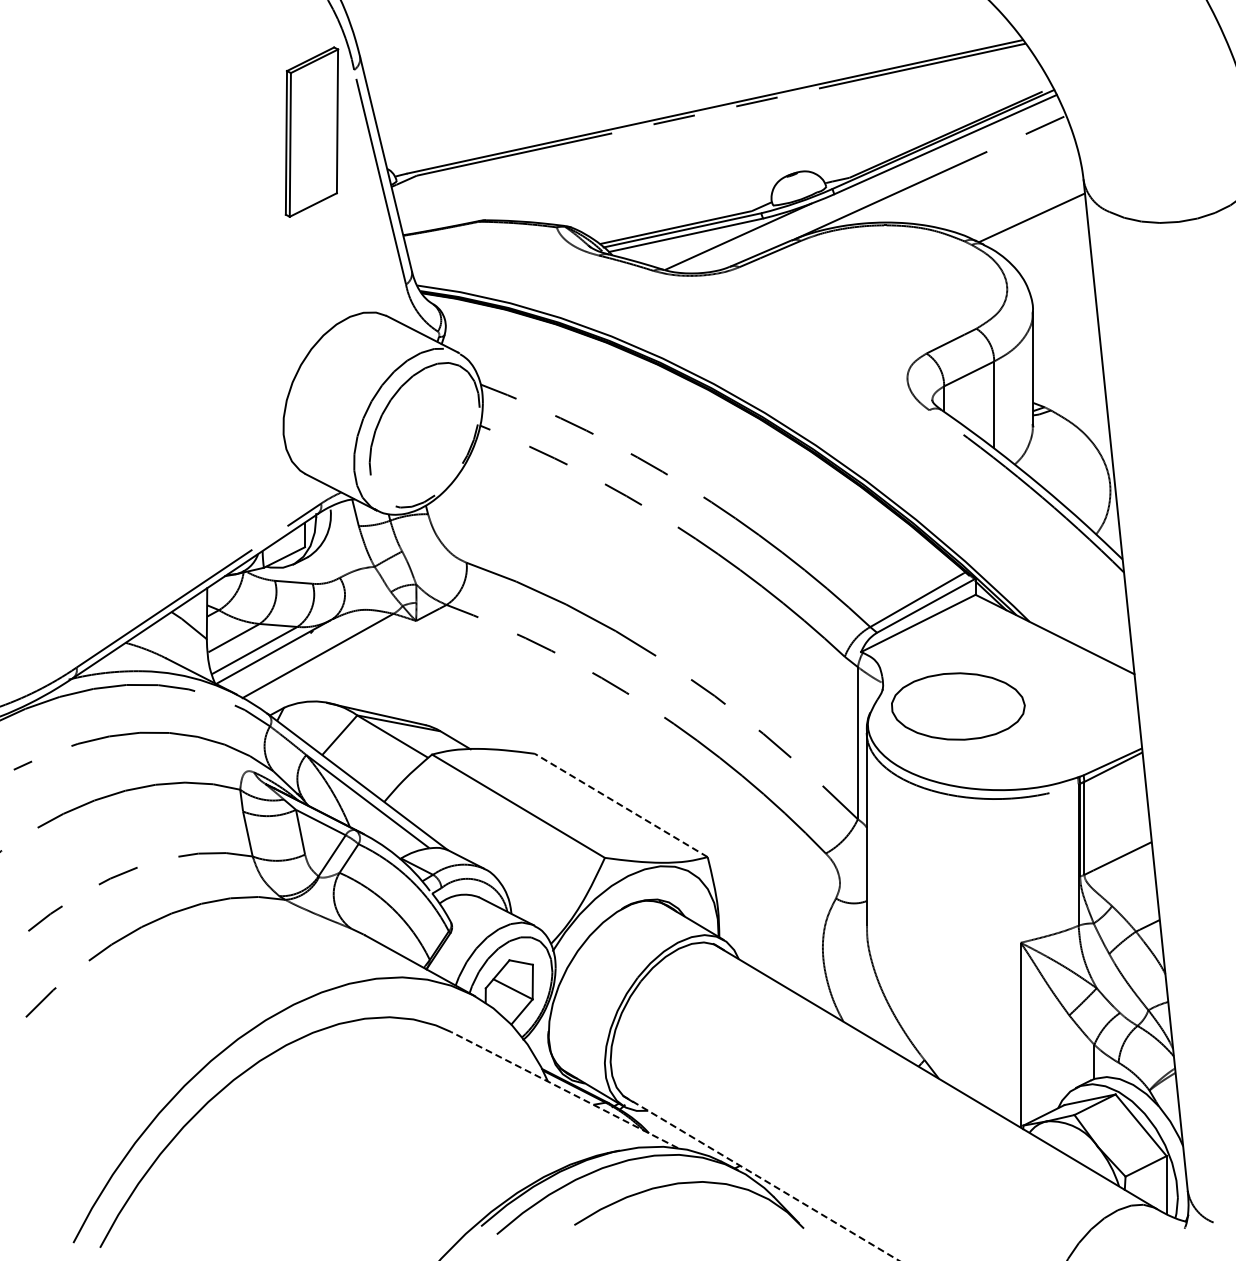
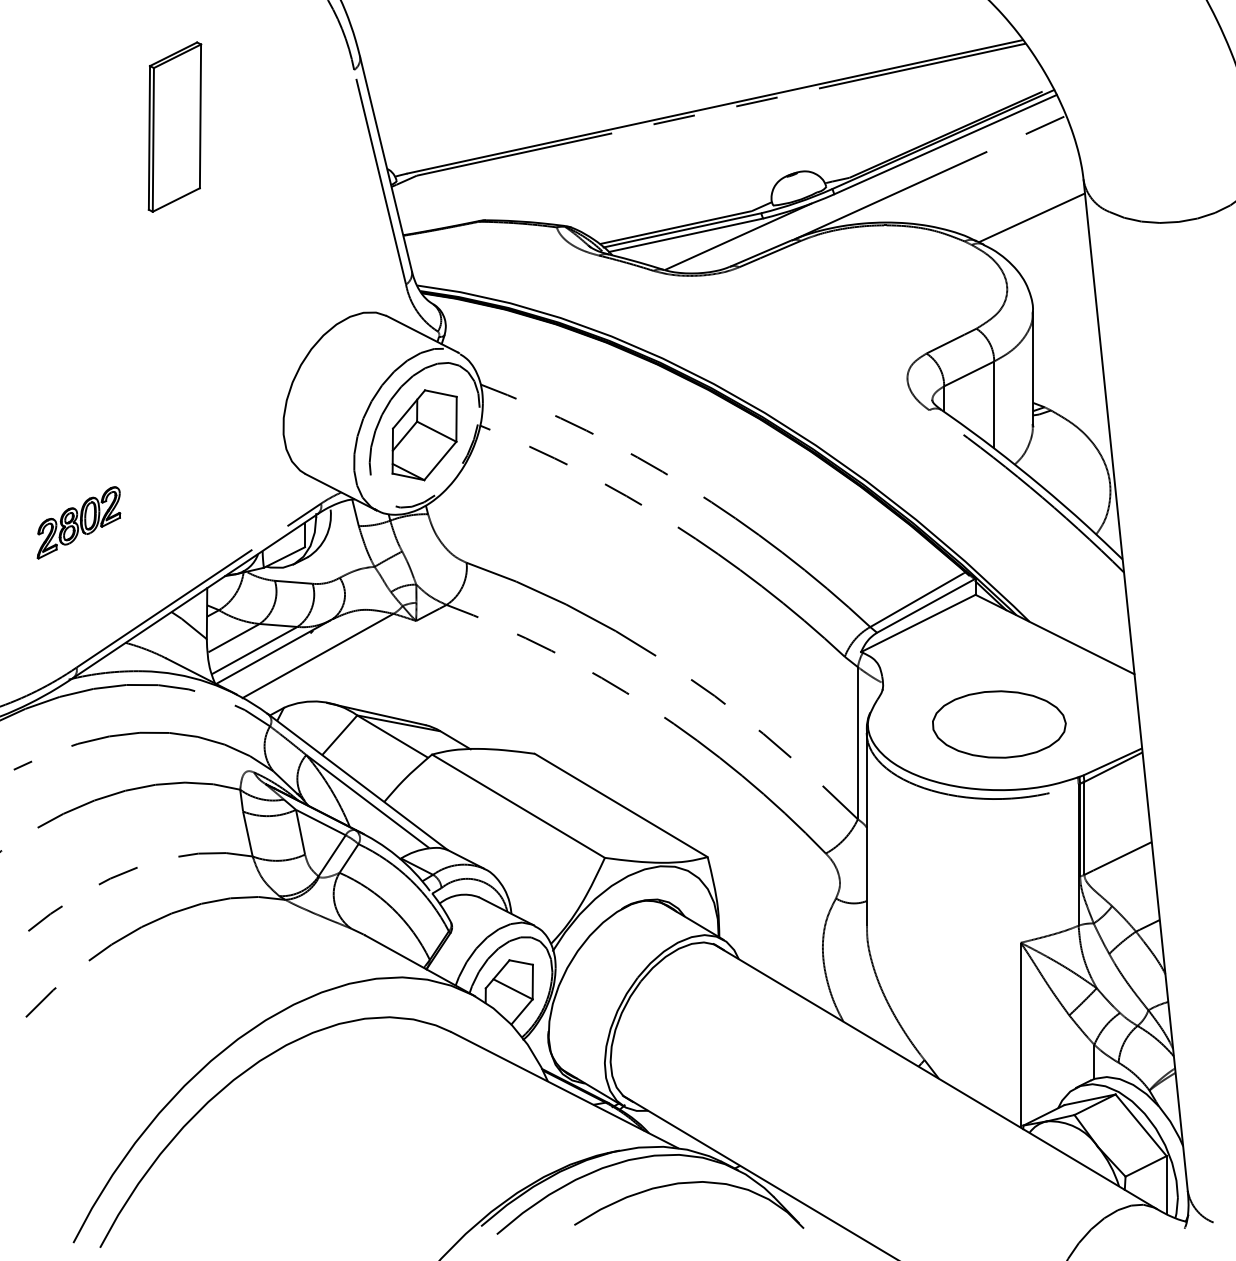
part at (311, 131) position: (311, 131) -> (174, 126)
part at (424, 435): none -> present
part at (78, 522): none -> present
part at (958, 706) position: (958, 706) -> (999, 724)
line at (621, 805): dashed -> solid
line at (564, 1089): dashed -> solid
line at (760, 1178): dashed -> solid
